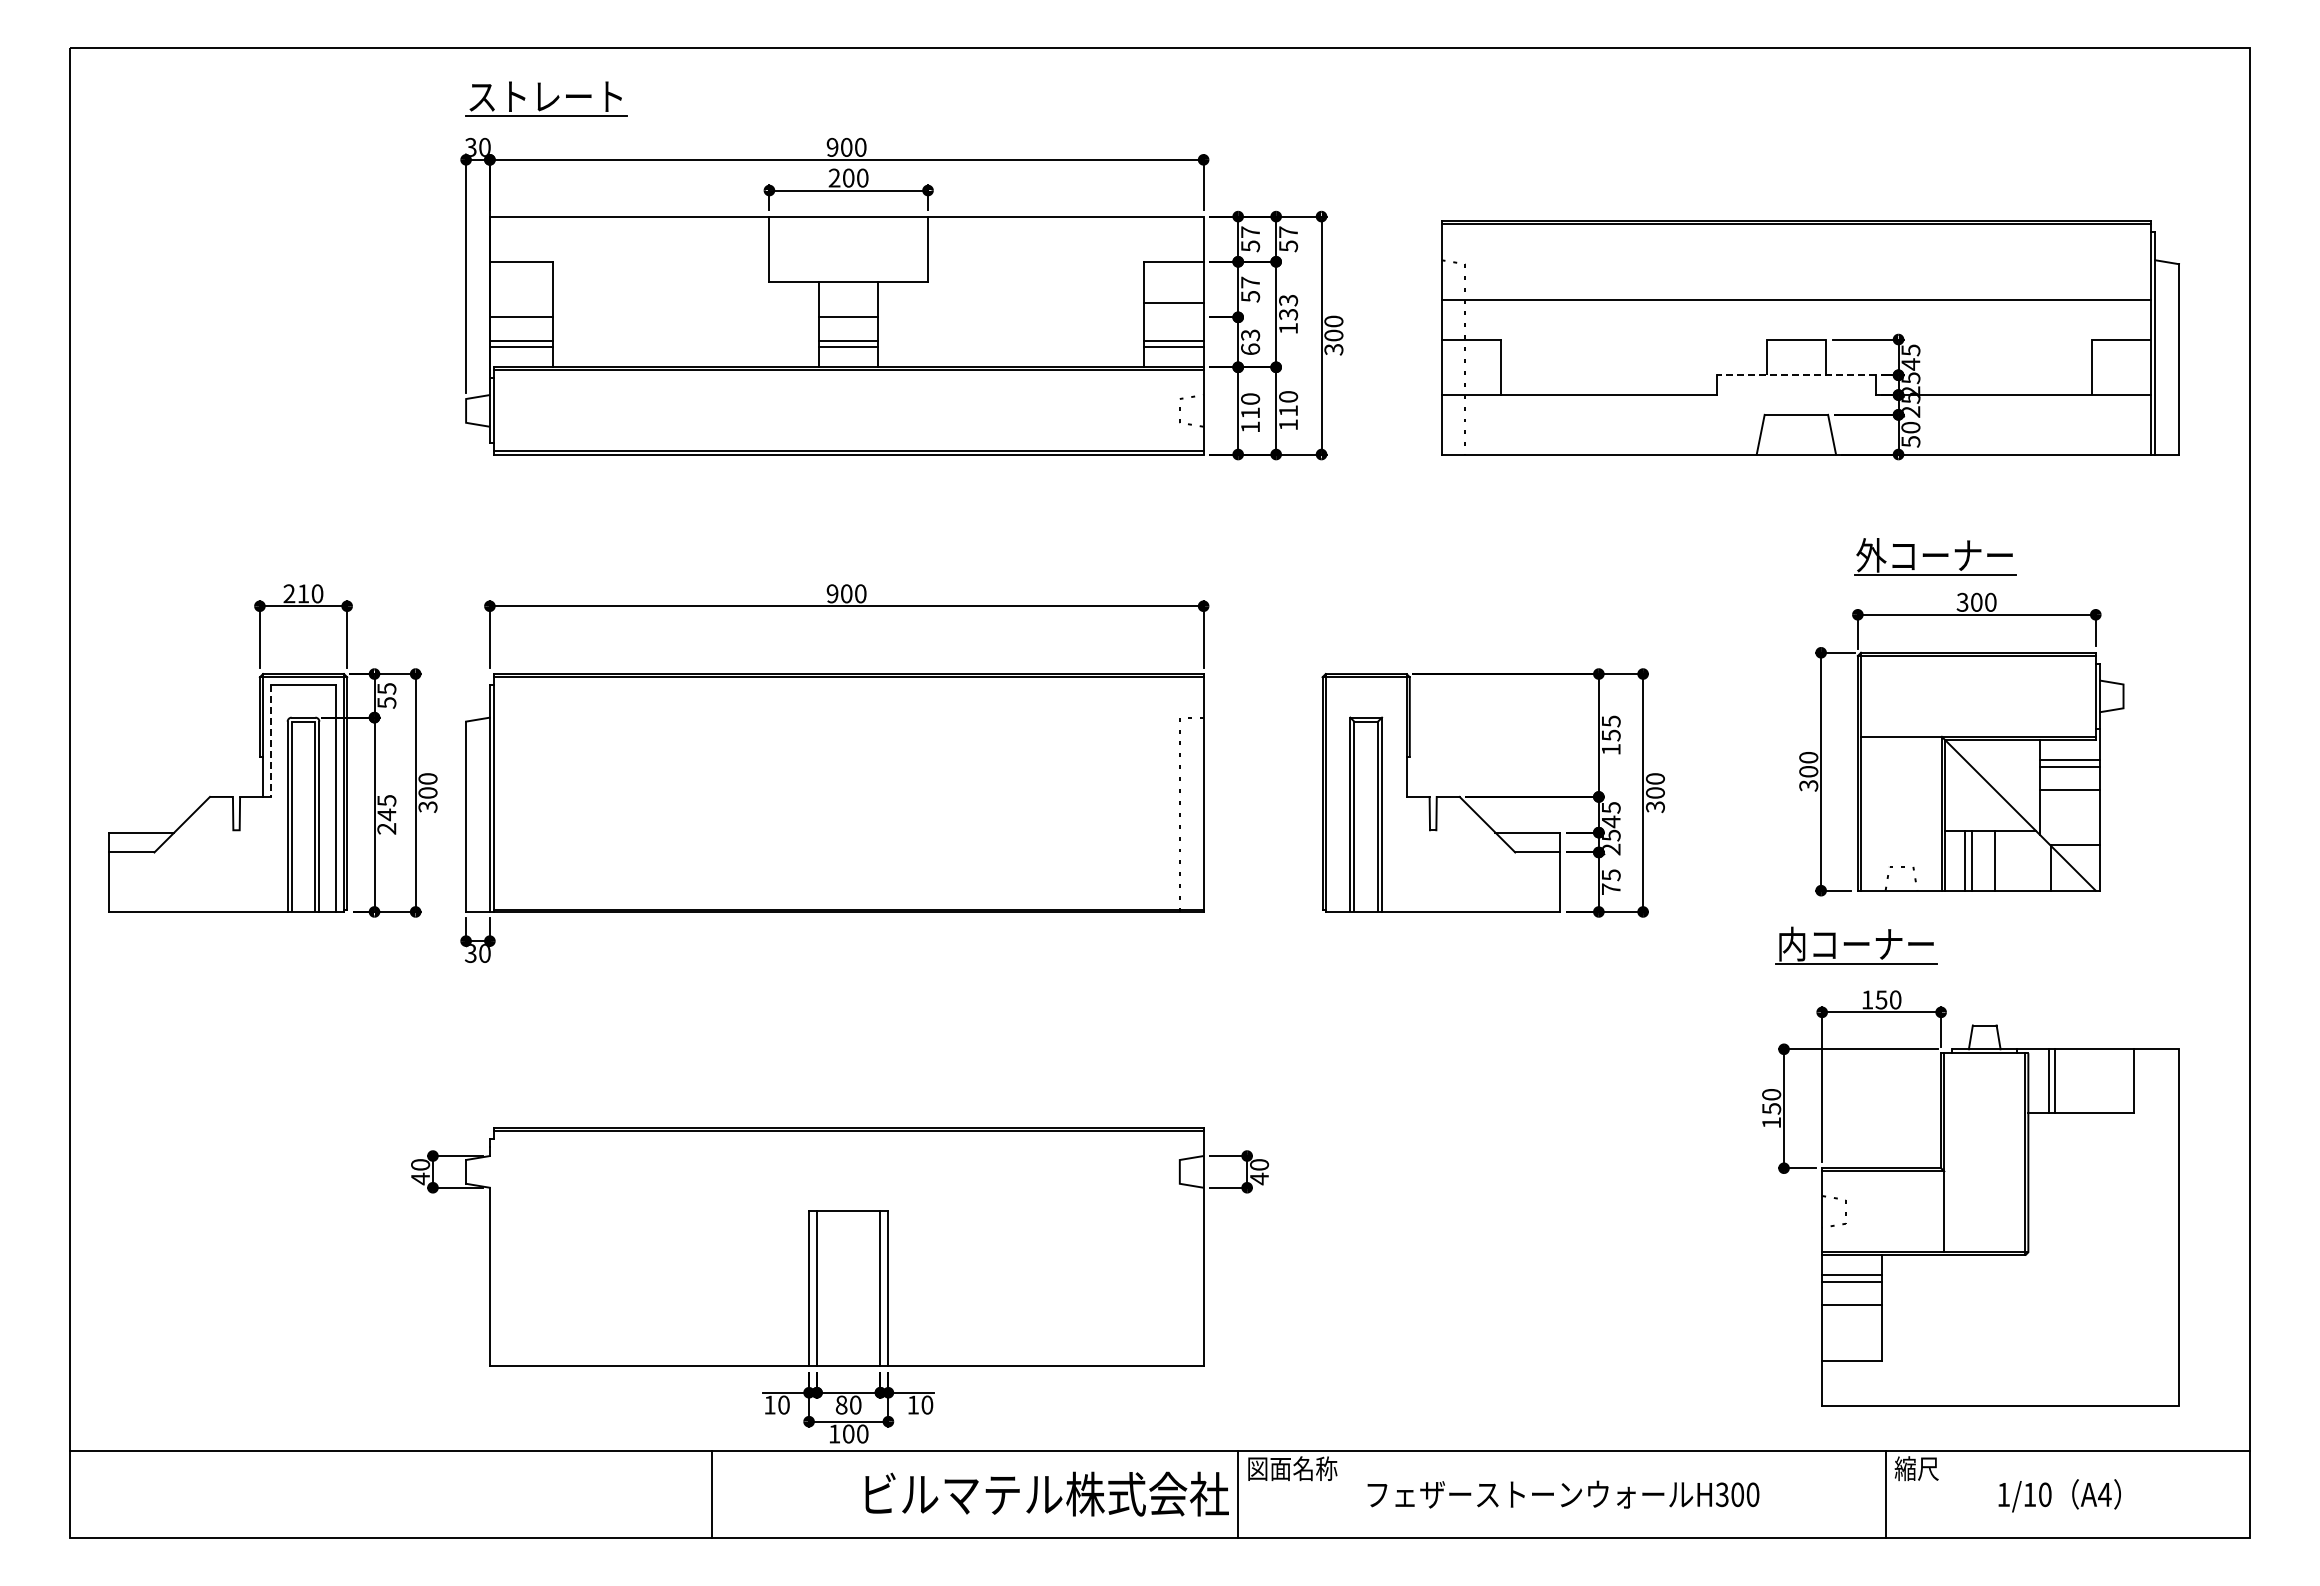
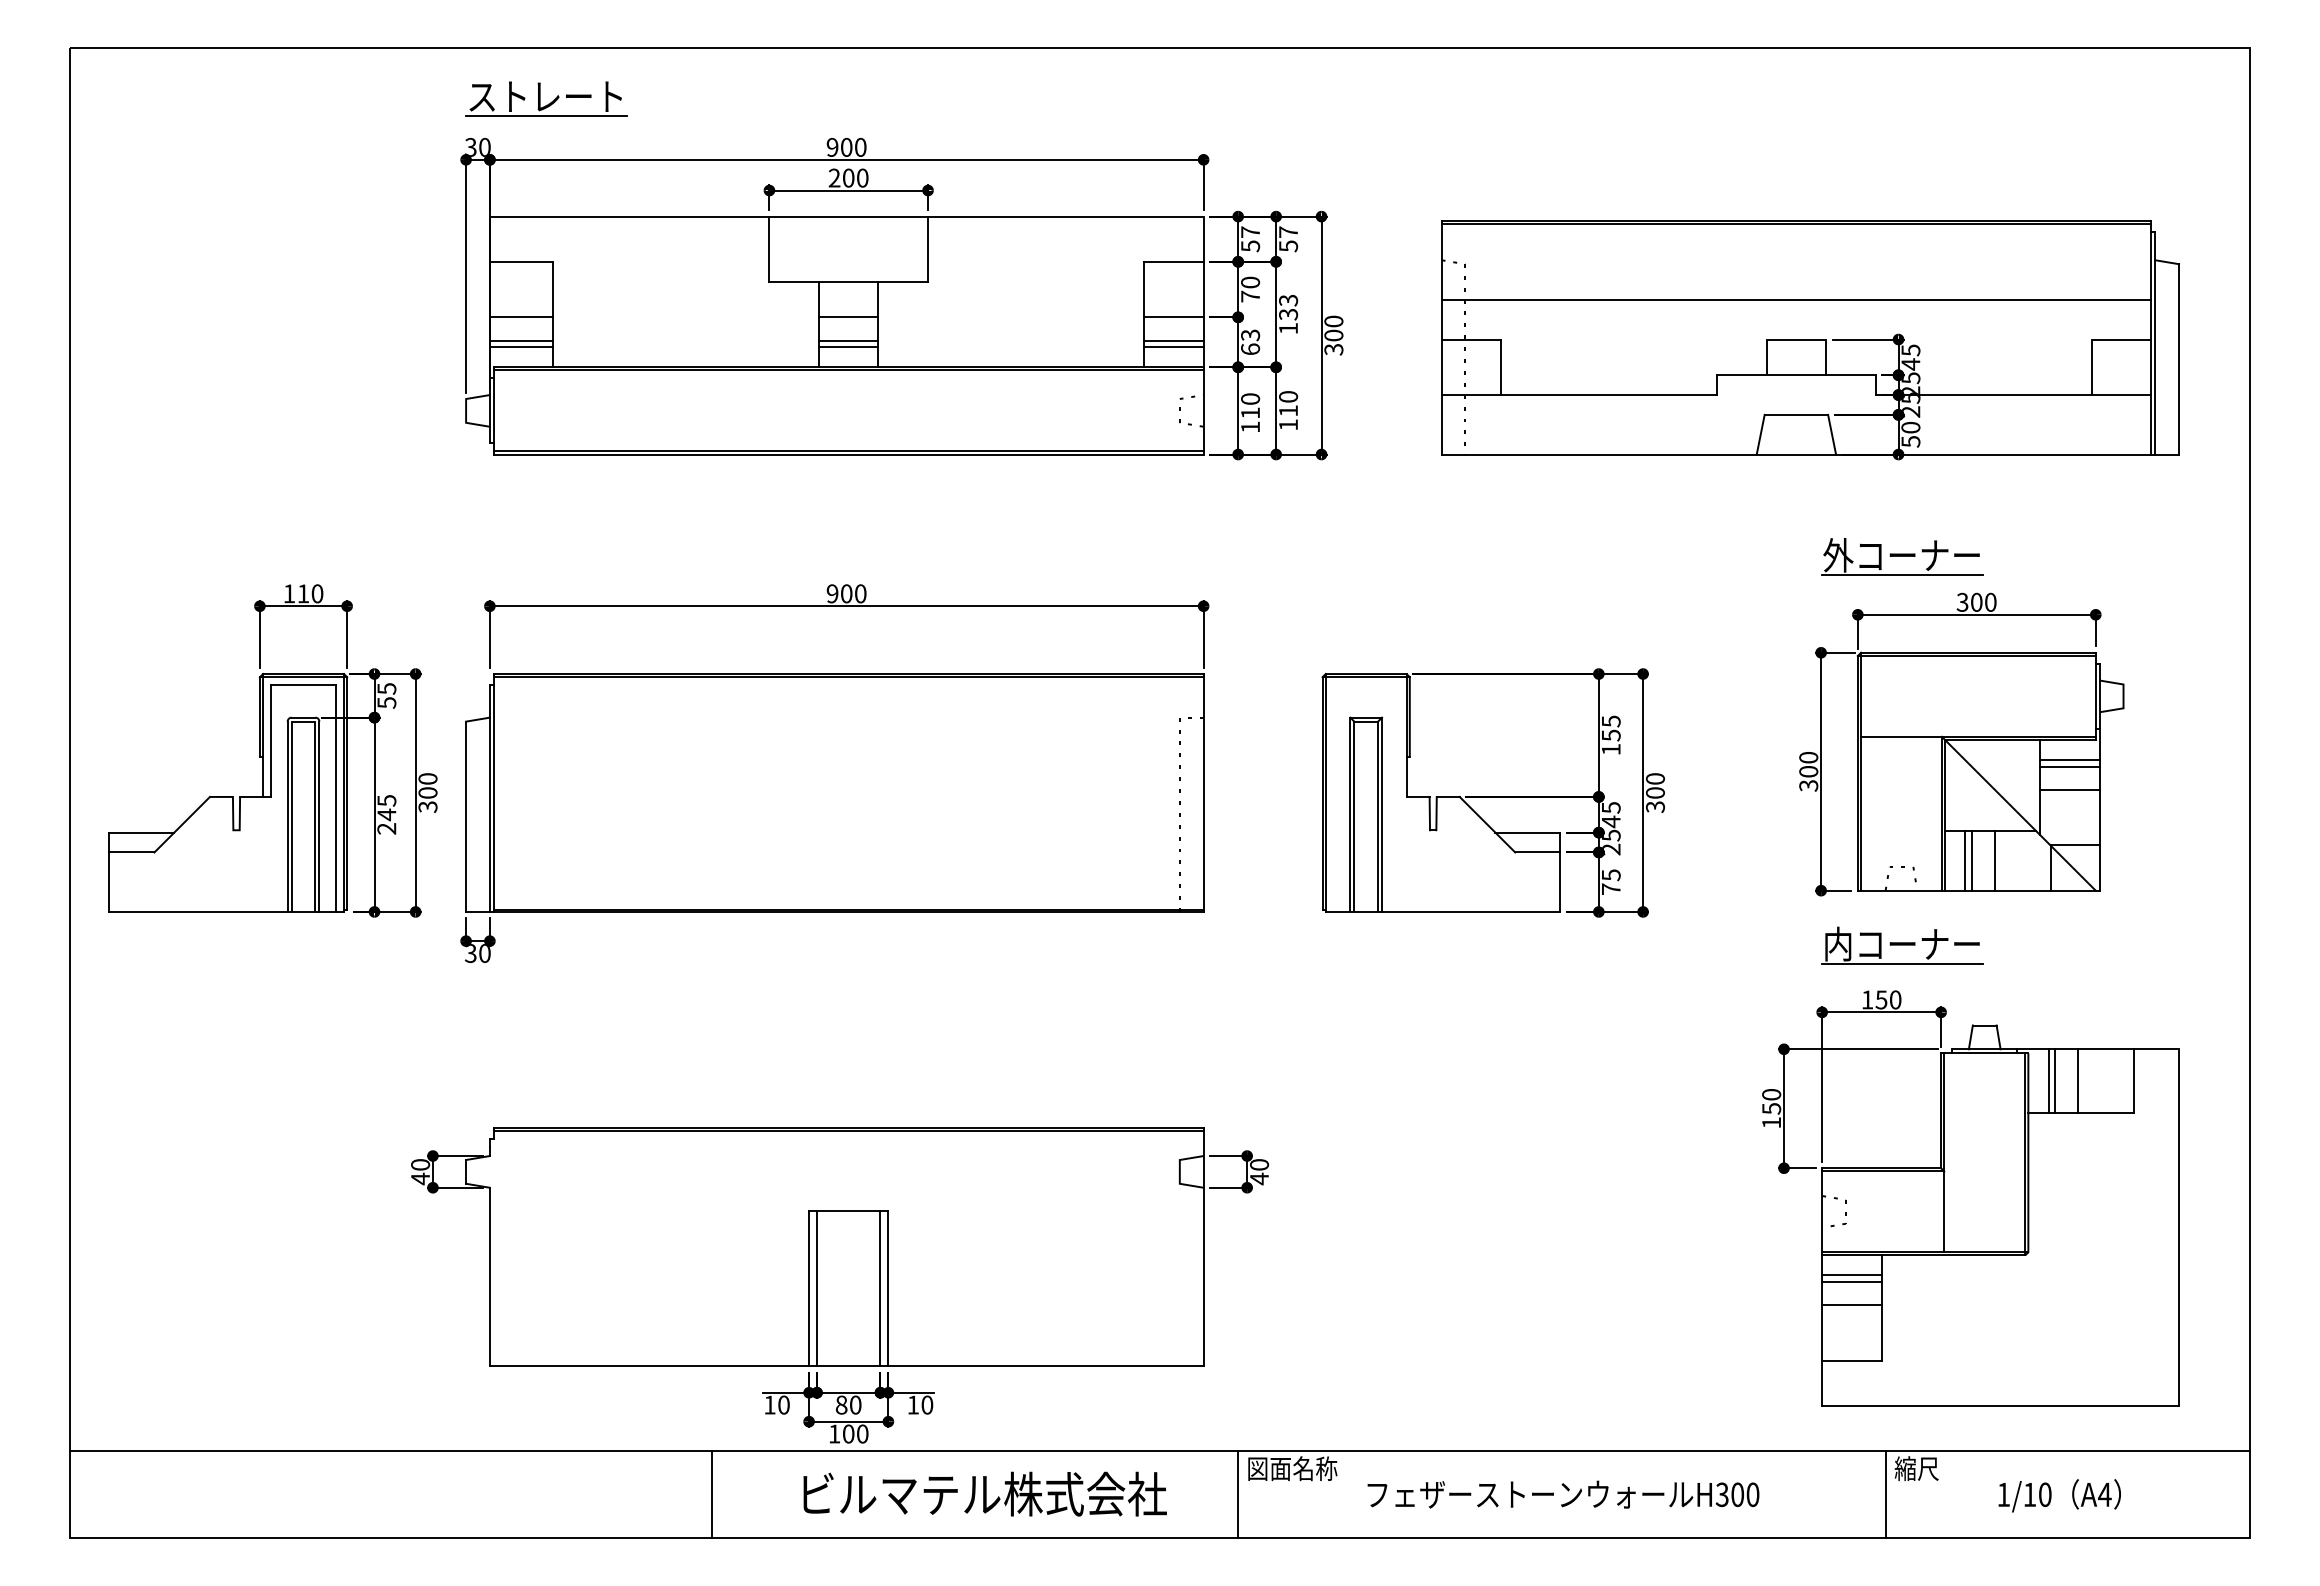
text at (1250, 289): 57 -> 70
line at (1173, 303) position: (1173, 303) -> (1173, 317)
line at (1795, 375): dashed -> solid
part at (1935, 556) position: (1935, 556) -> (1902, 556)
text at (289, 593): 210 -> 110
line at (271, 741): dashed -> solid
part at (1856, 945) position: (1856, 945) -> (1902, 945)
line at (2078, 1080): none -> present
text at (1046, 1493) position: (1046, 1493) -> (984, 1493)
